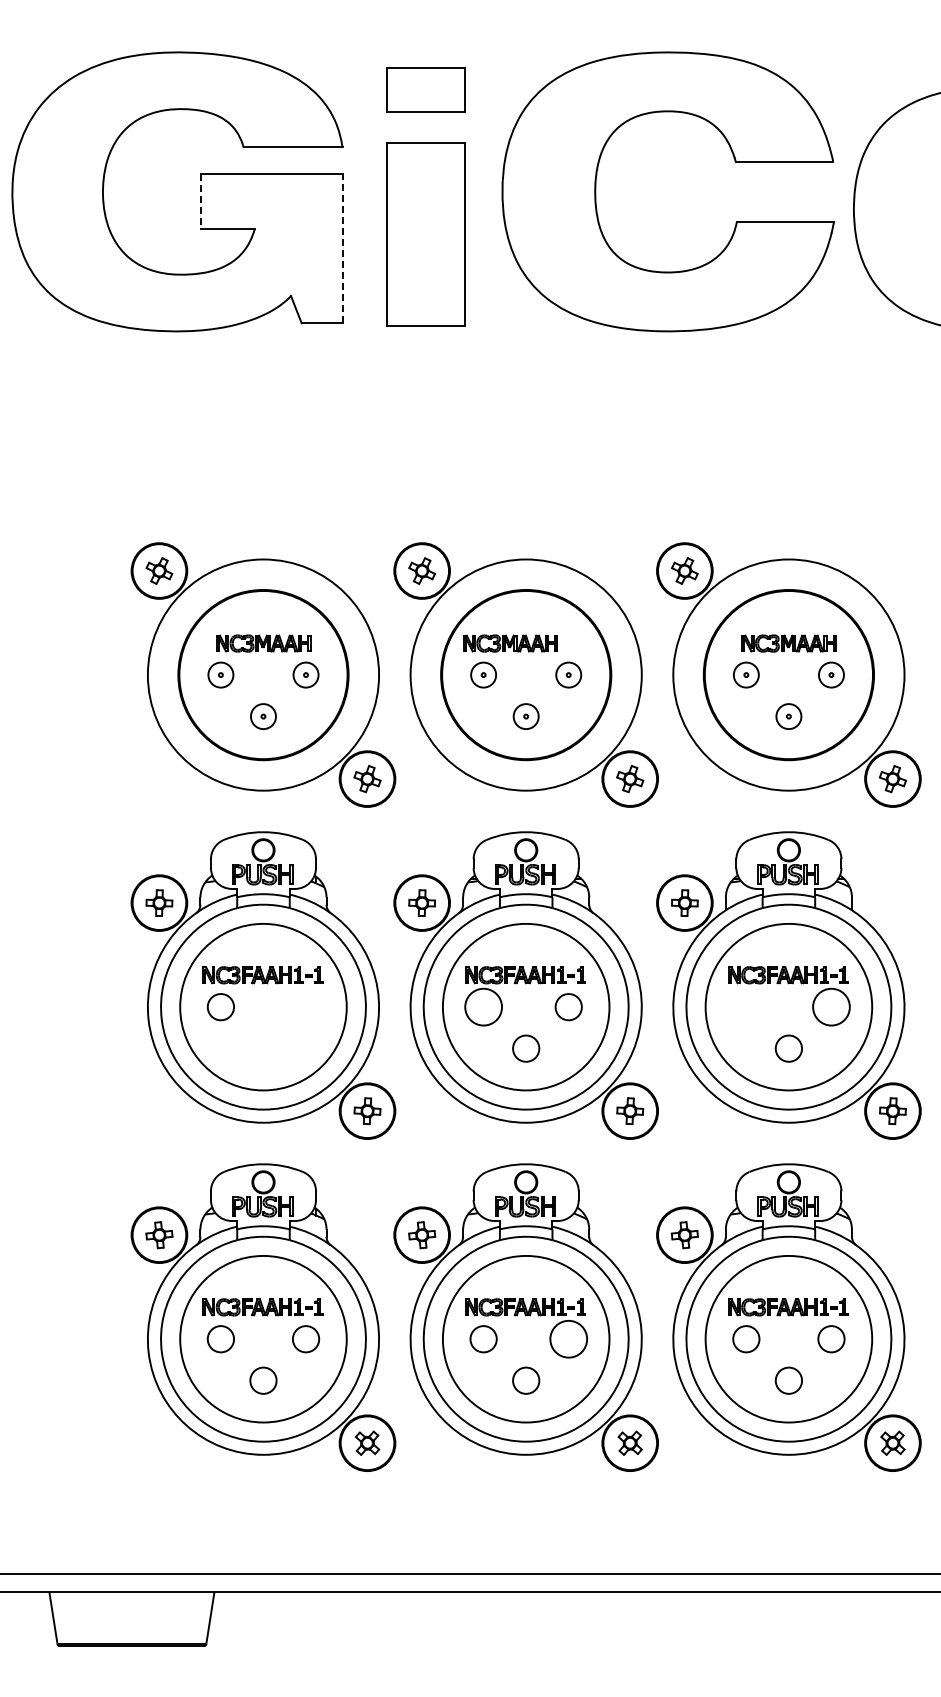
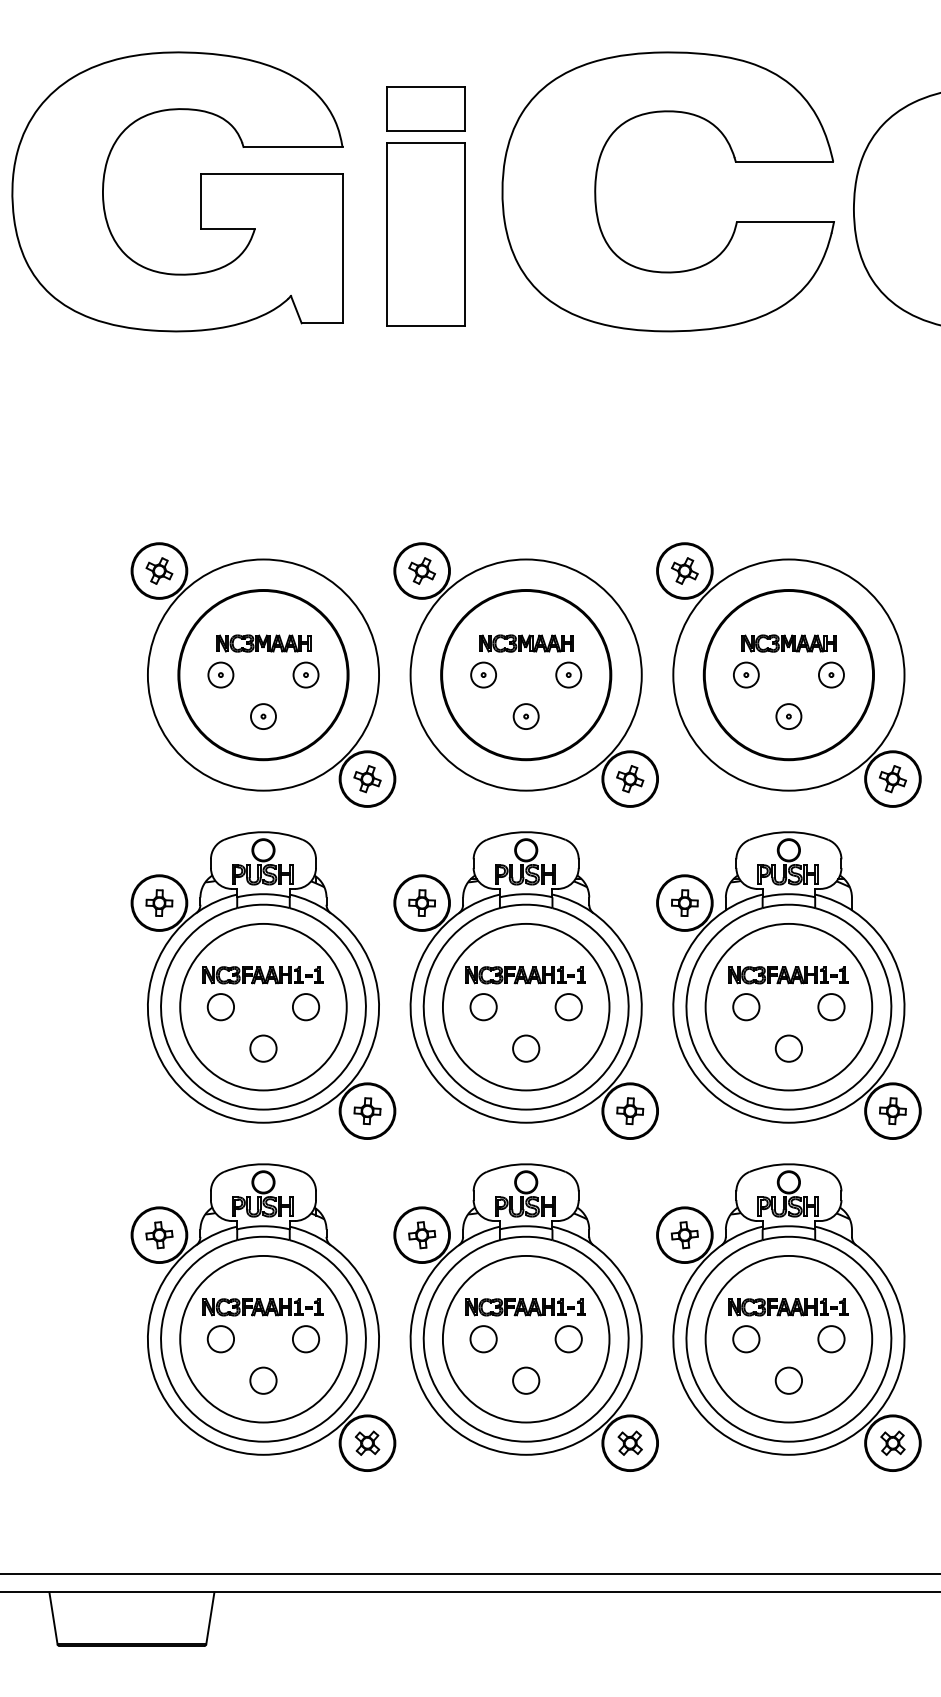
part at (425, 89) position: (425, 89) -> (425, 108)
line at (201, 201): dashed -> solid
line at (342, 248): dashed -> solid
part at (510, 643) position: (510, 643) -> (526, 643)
circle at (483, 1006) diameter: 37 px -> 26 px
circle at (831, 1006) diameter: 37 px -> 26 px
circle at (306, 1007): none -> present
circle at (746, 1007): none -> present
circle at (263, 1048): none -> present
circle at (568, 1338) diameter: 37 px -> 26 px
